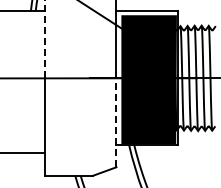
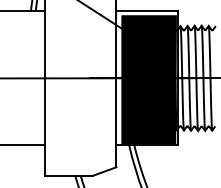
line at (45, 39): dashed -> solid
line at (116, 122): dashed -> solid
line at (23, 153) position: (23, 153) -> (23, 145)
